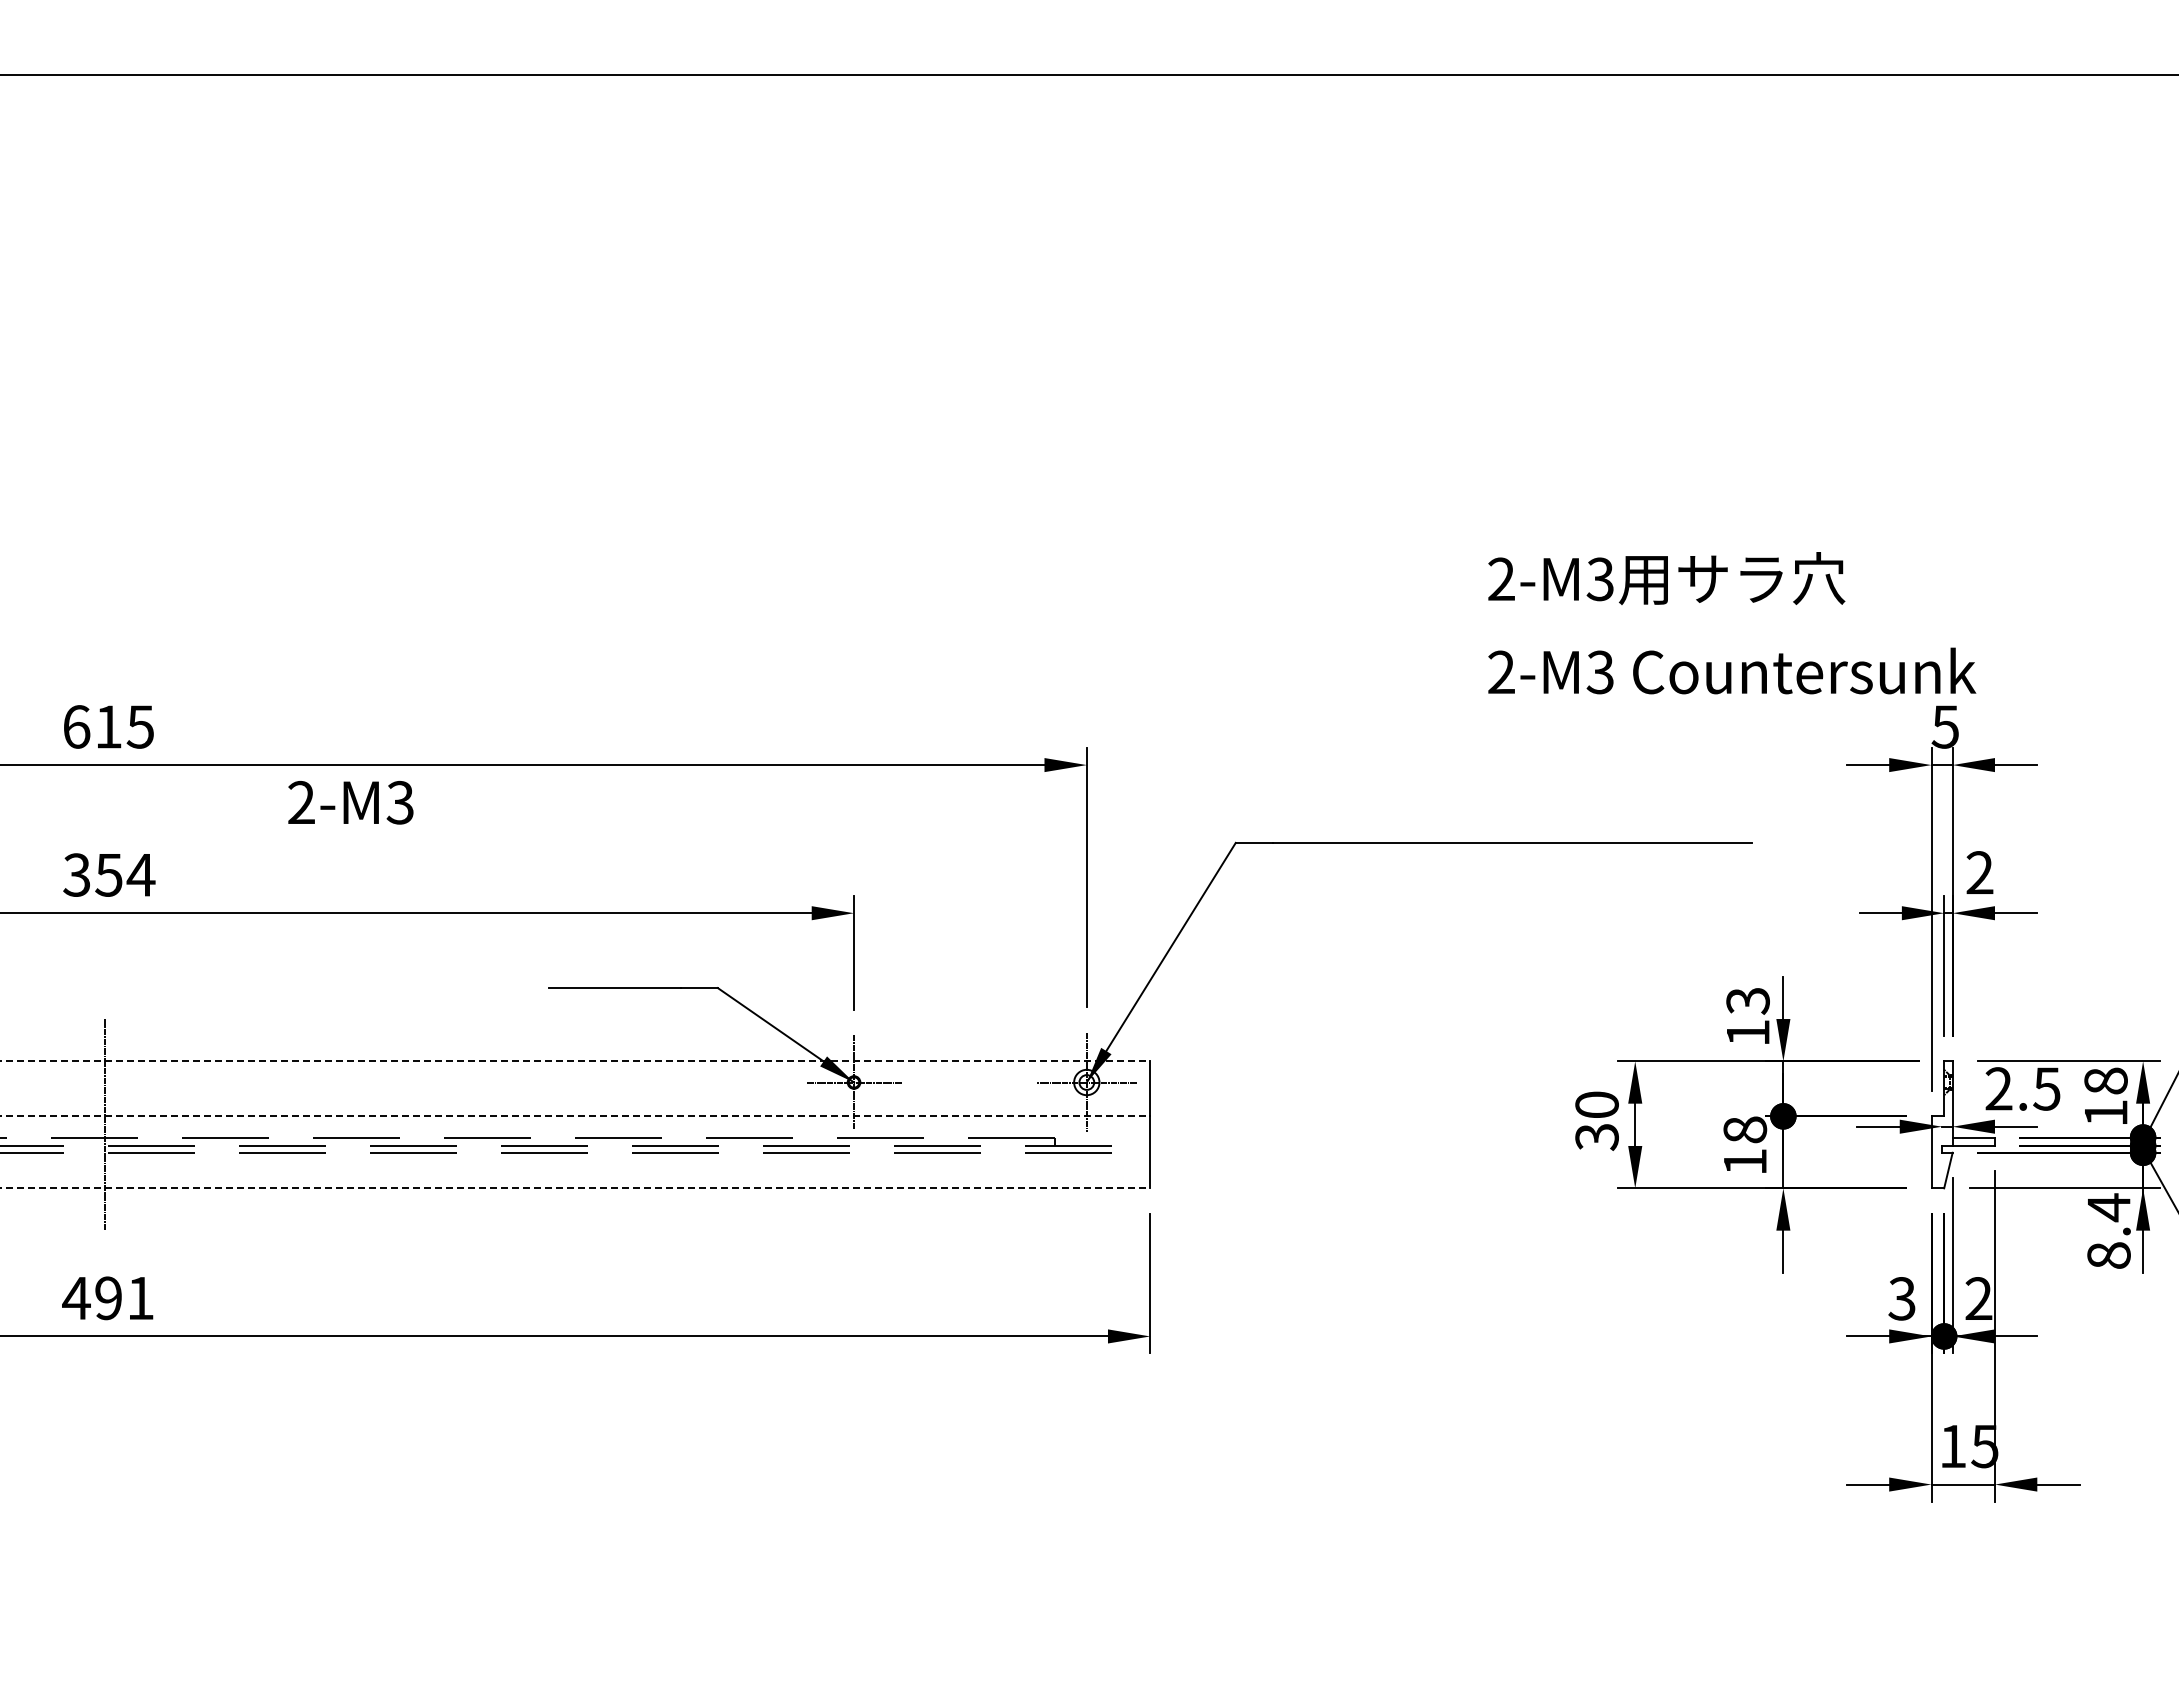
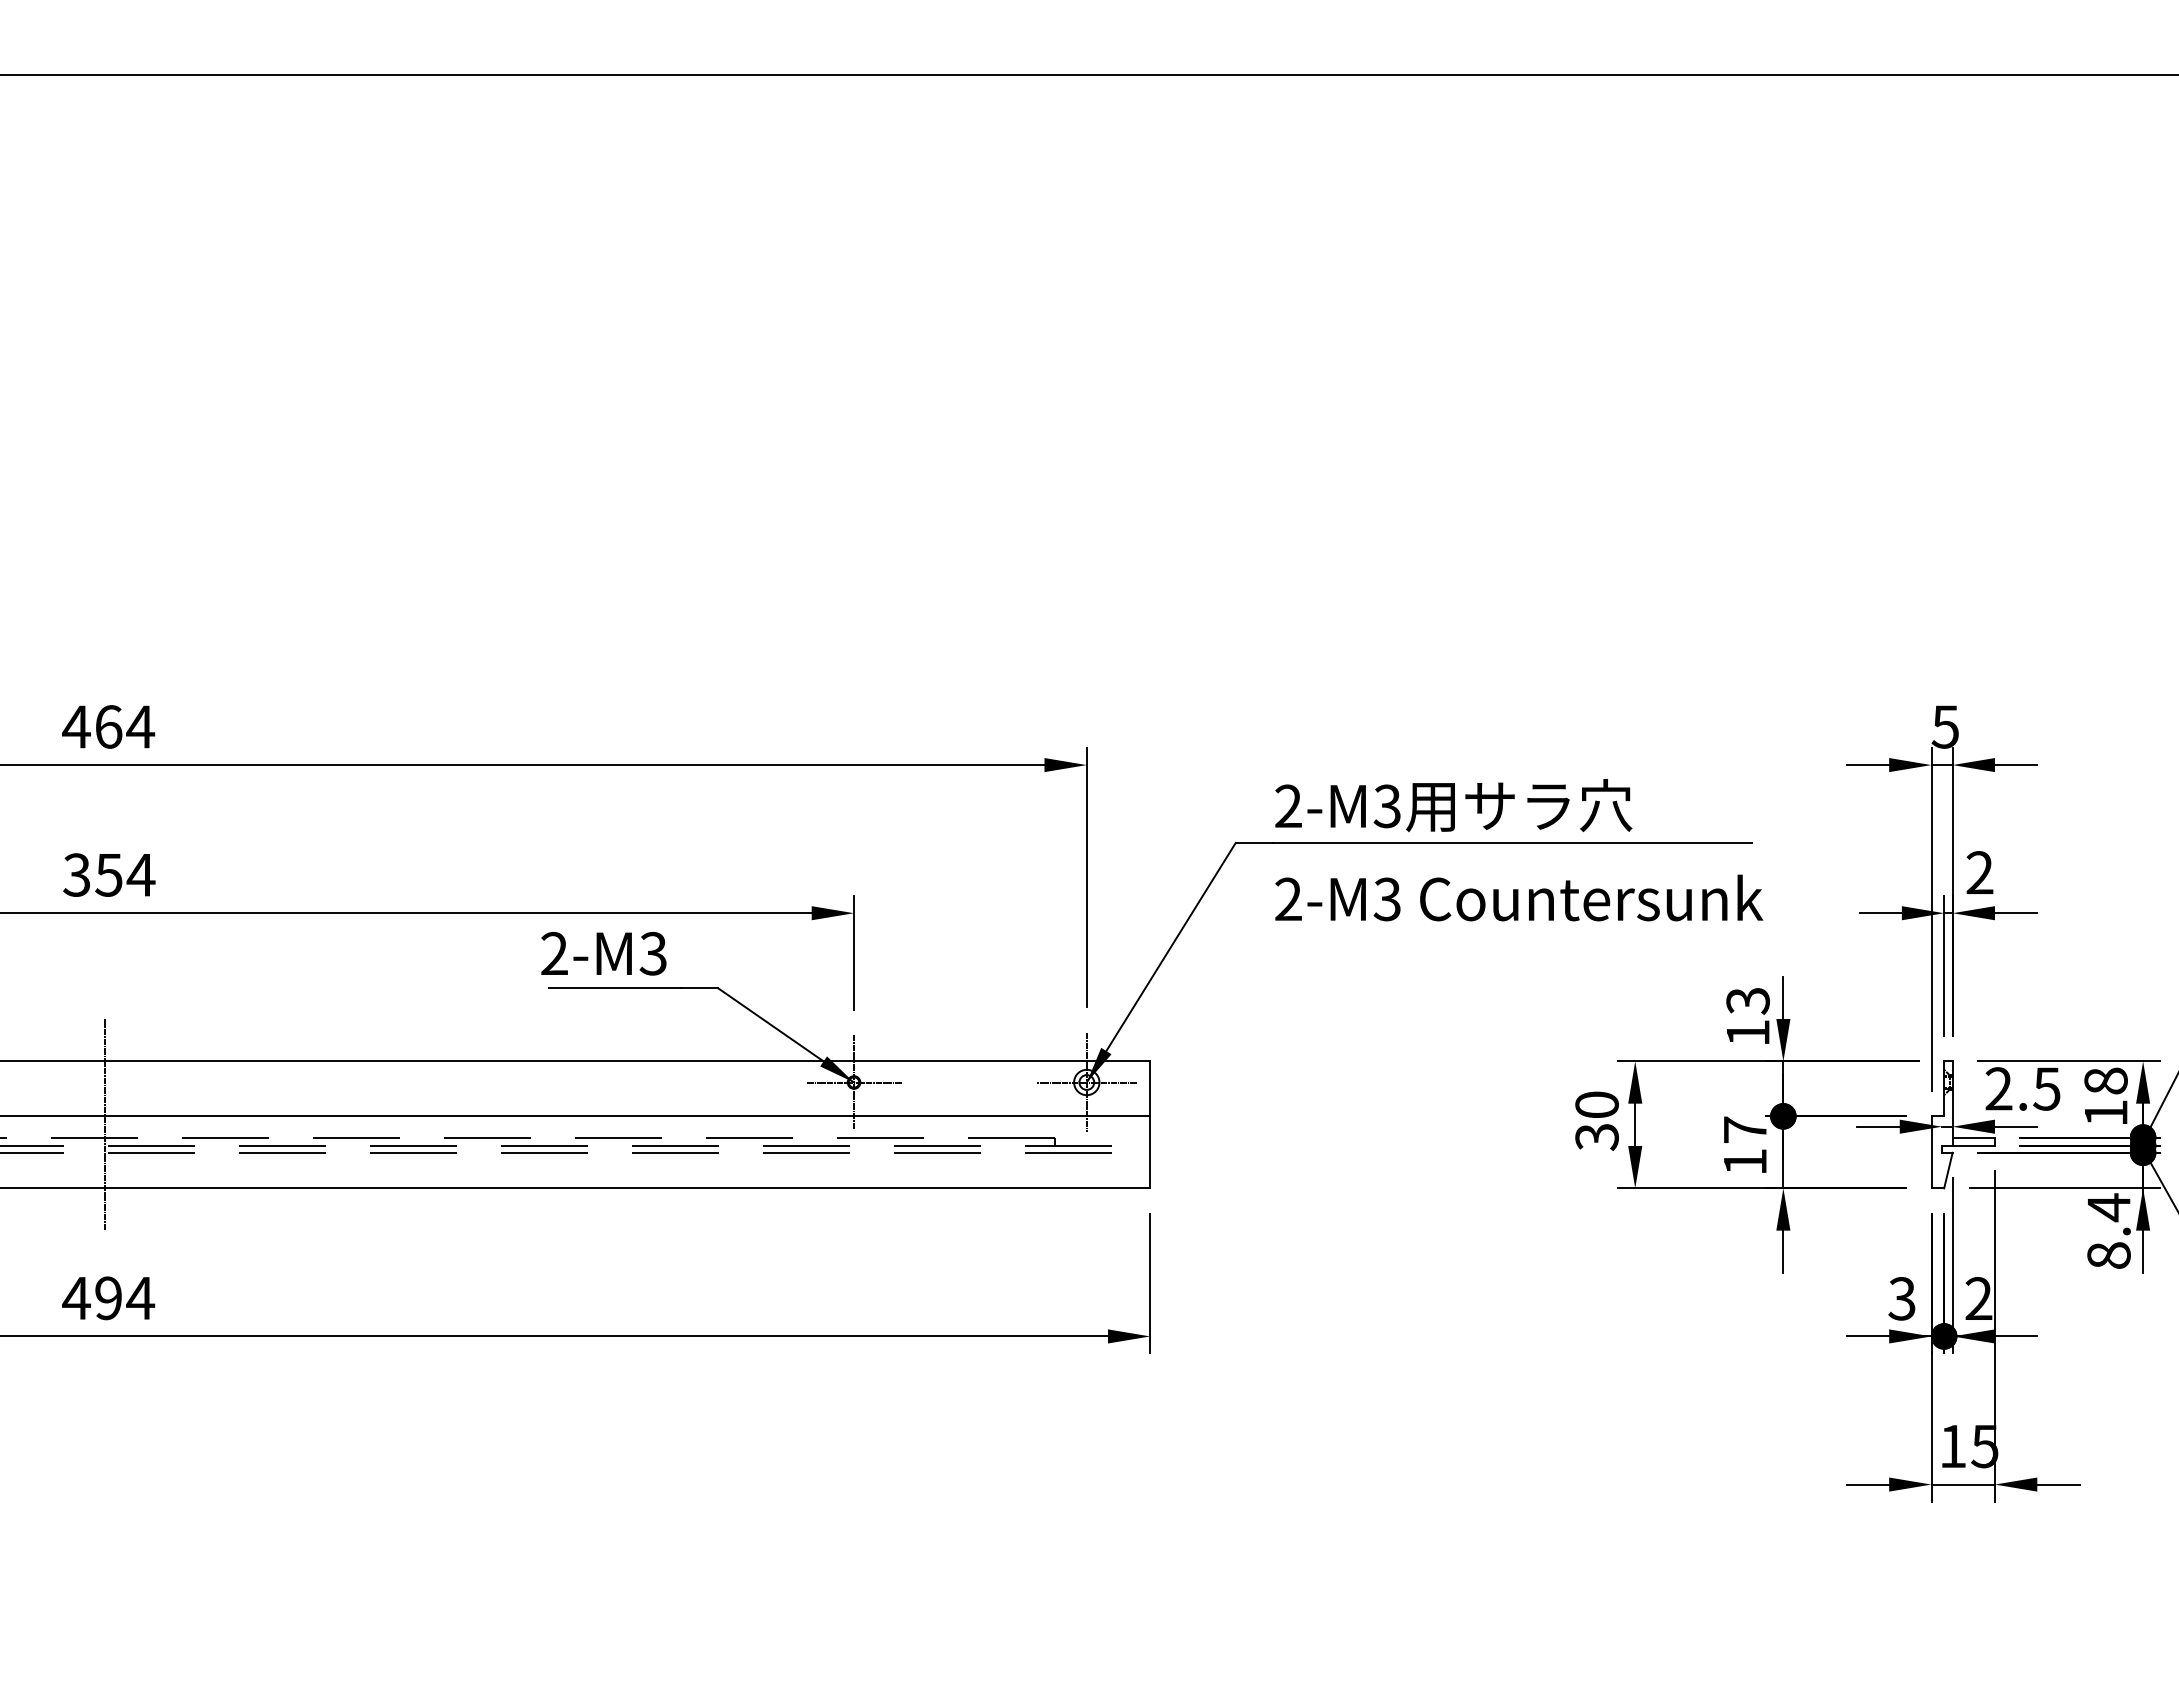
text at (1732, 623) position: (1732, 623) -> (1519, 850)
text at (108, 726): 615 -> 464
text at (350, 802) position: (350, 802) -> (603, 953)
line at (575, 1061): dashed -> solid
line at (575, 1116): dashed -> solid
text at (1745, 1129): 18 -> 17
line at (575, 1188): dashed -> solid
text at (140, 1298): 491 -> 494
